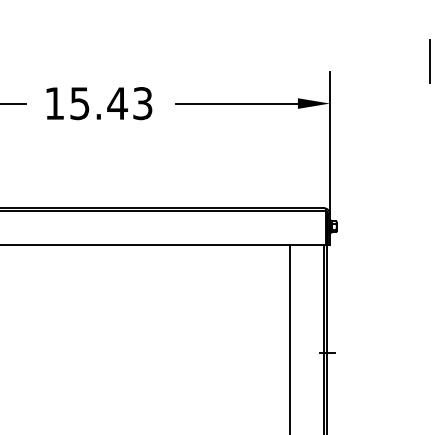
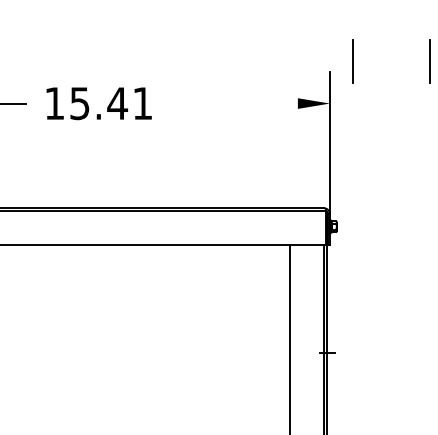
line at (352, 61): none -> present
text at (142, 103): 15.43 -> 15.41
line at (236, 103): present -> none
